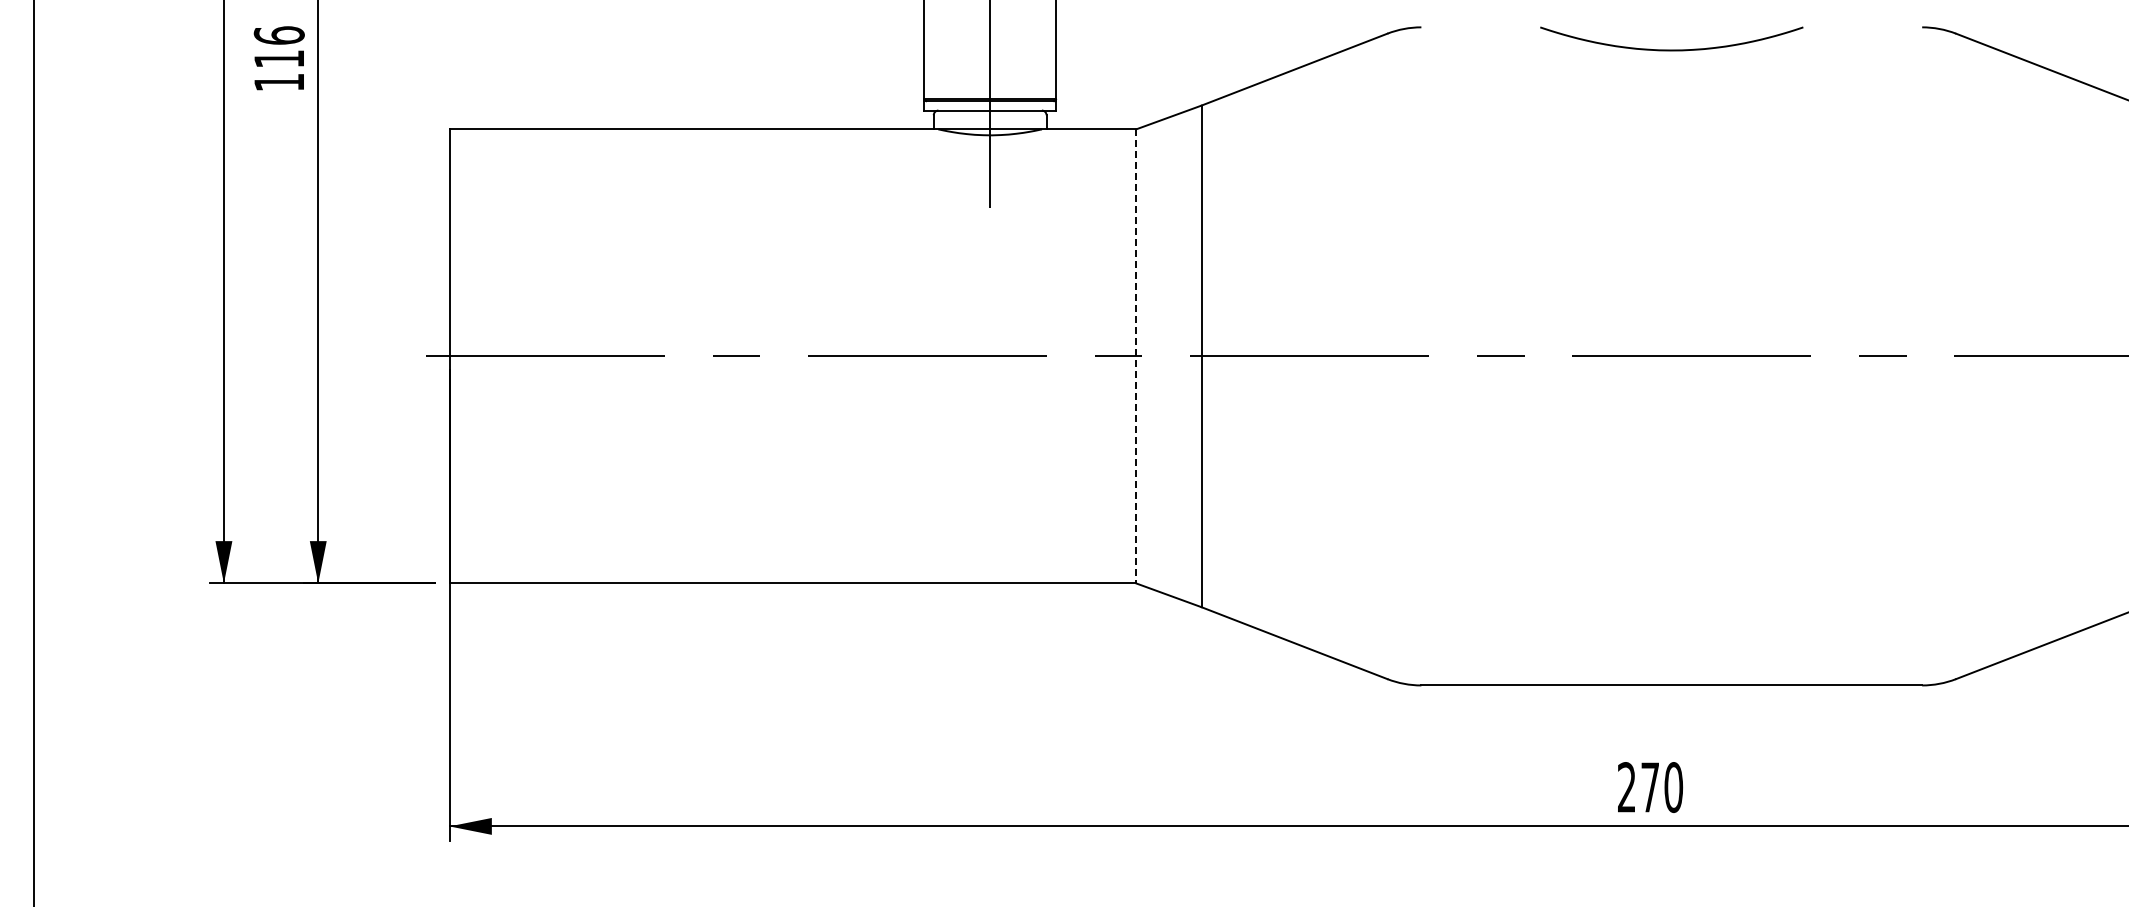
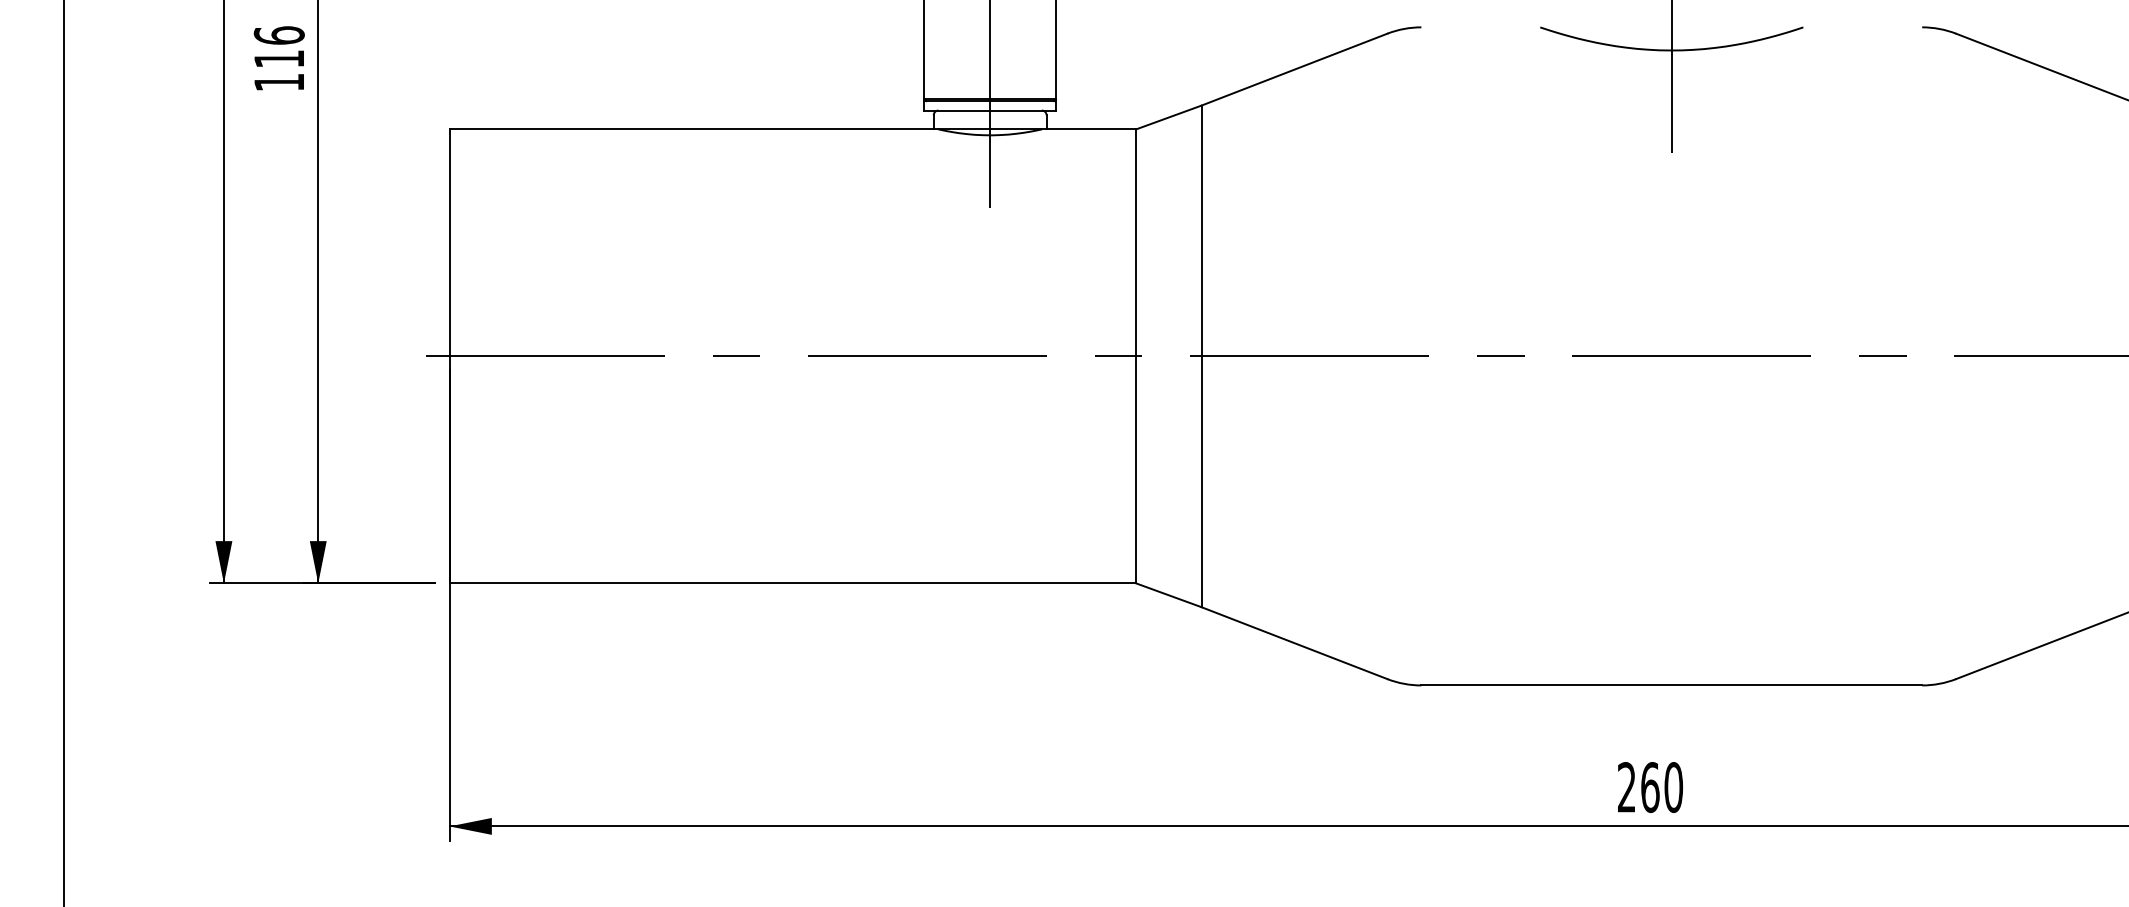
line at (1671, 77): none -> present
line at (1136, 356): dashed -> solid
line at (33, 452) position: (33, 452) -> (63, 452)
text at (1650, 787): 270 -> 260
